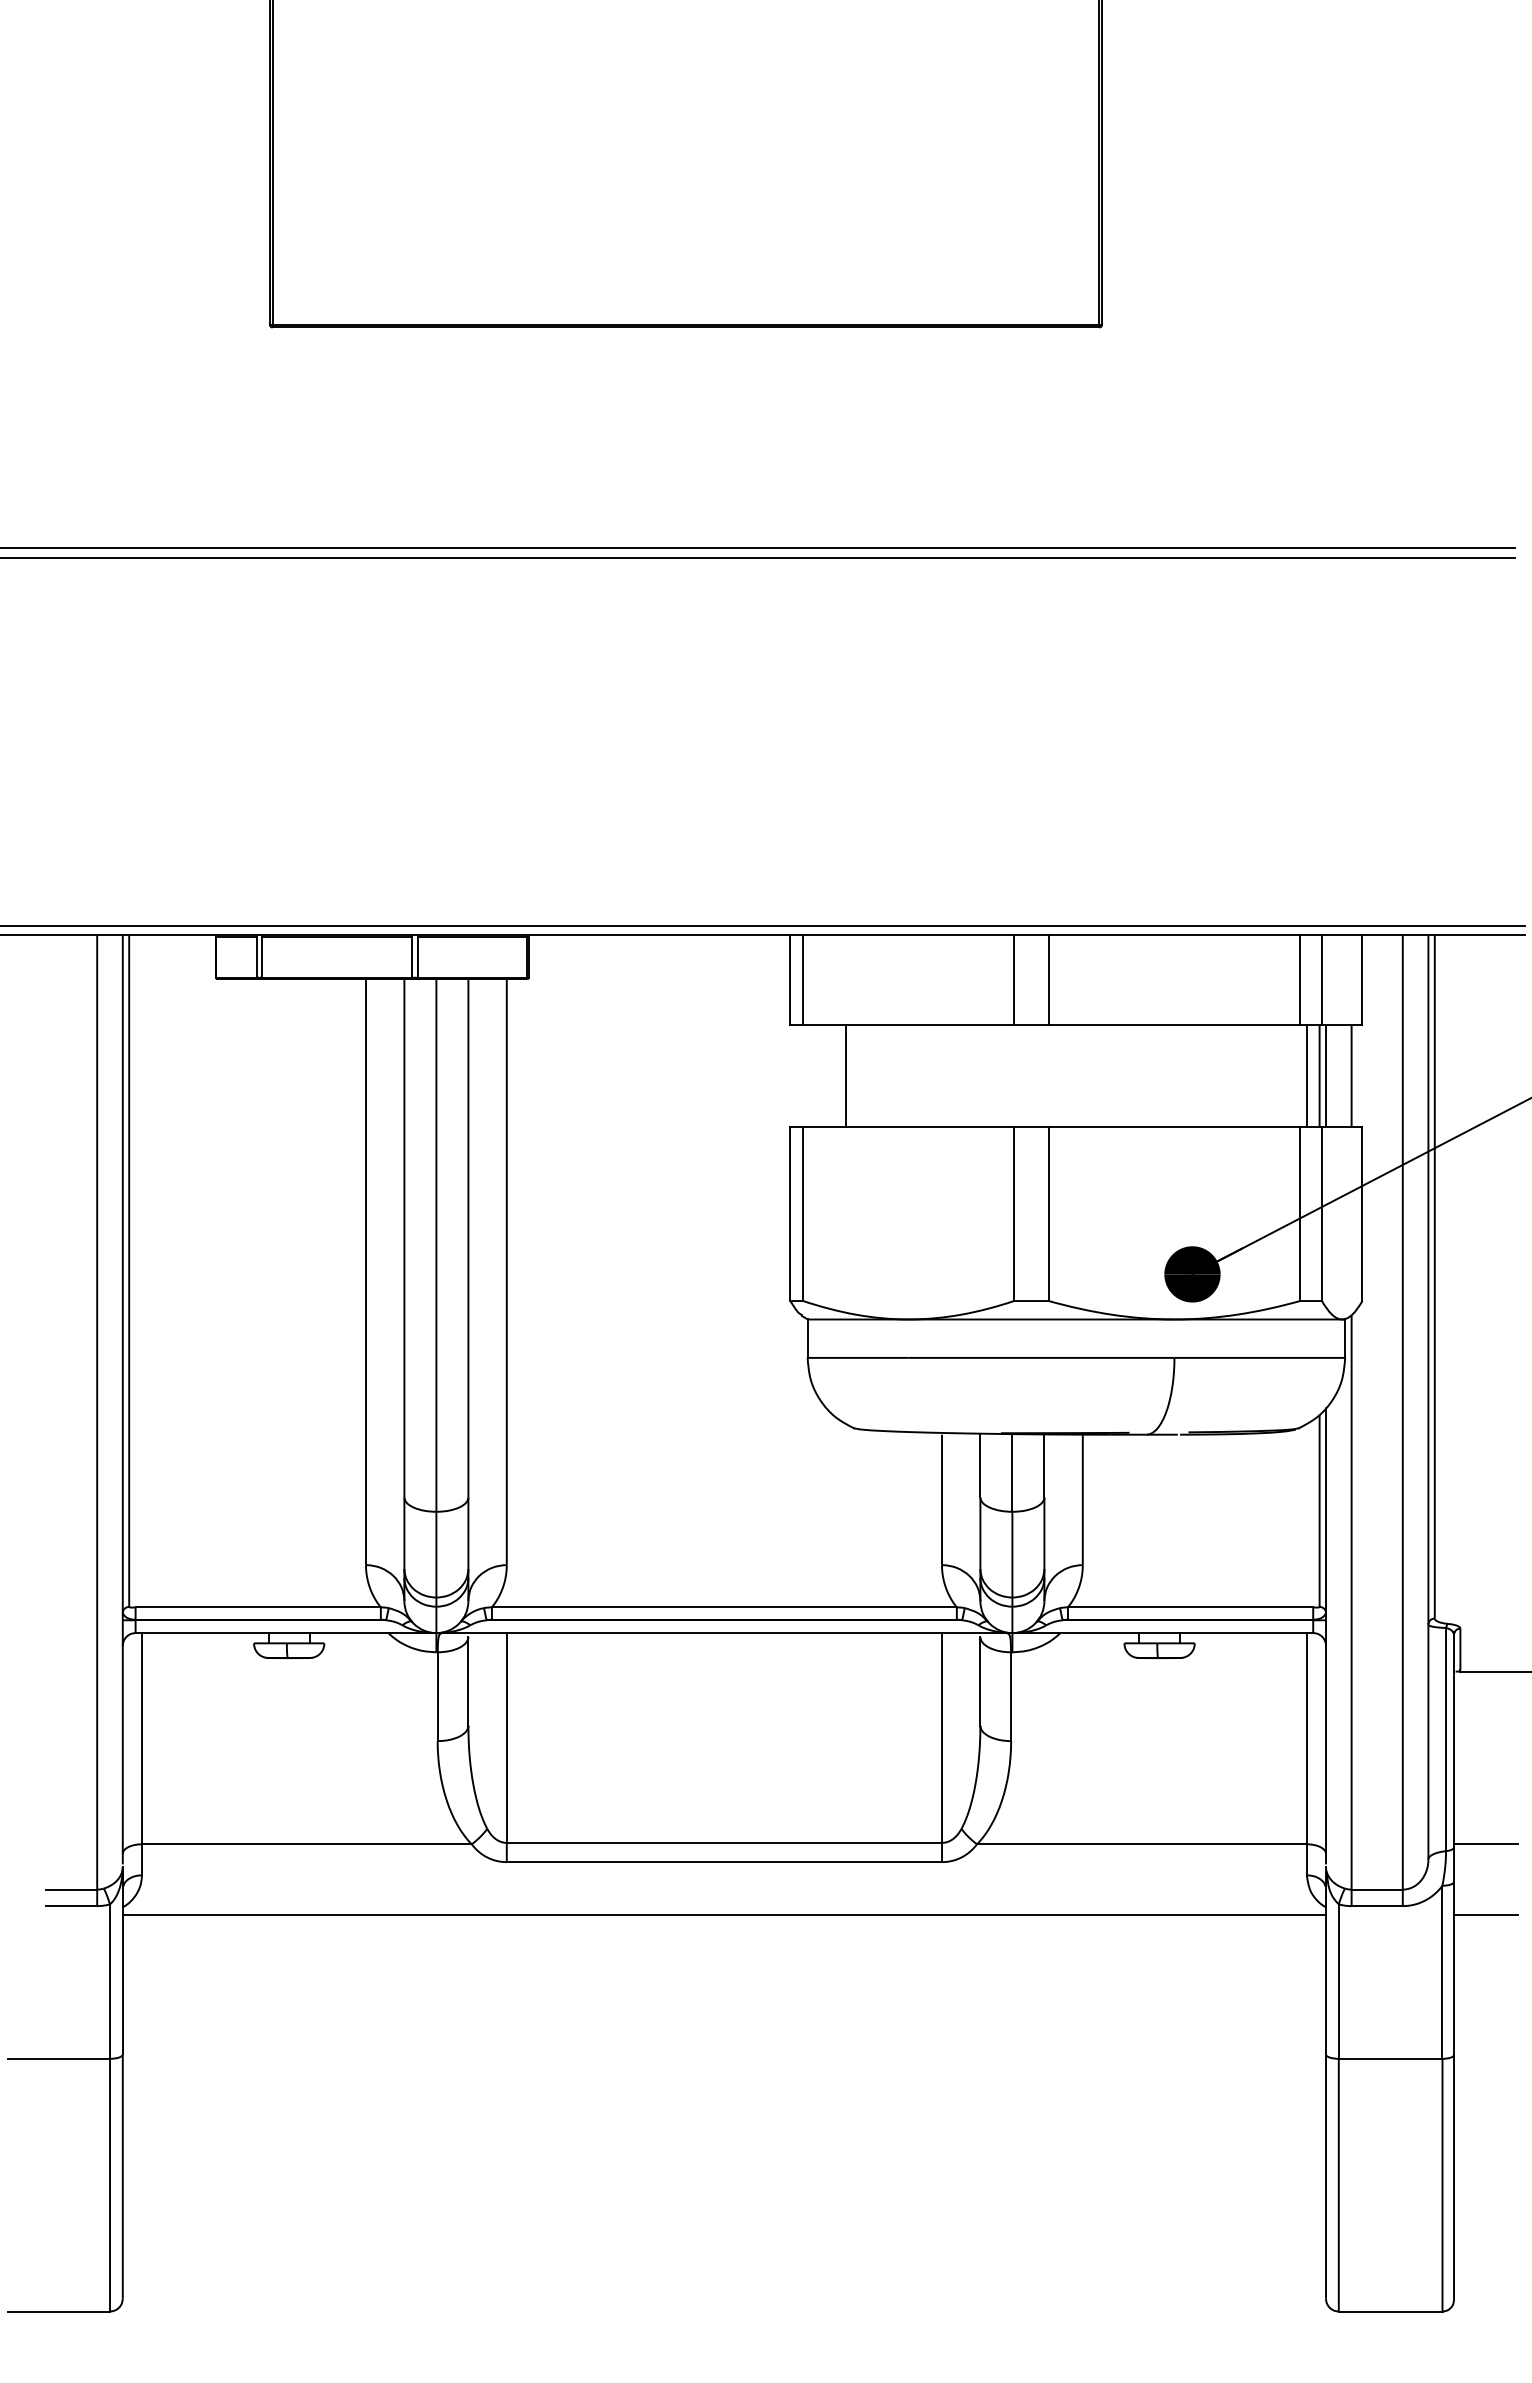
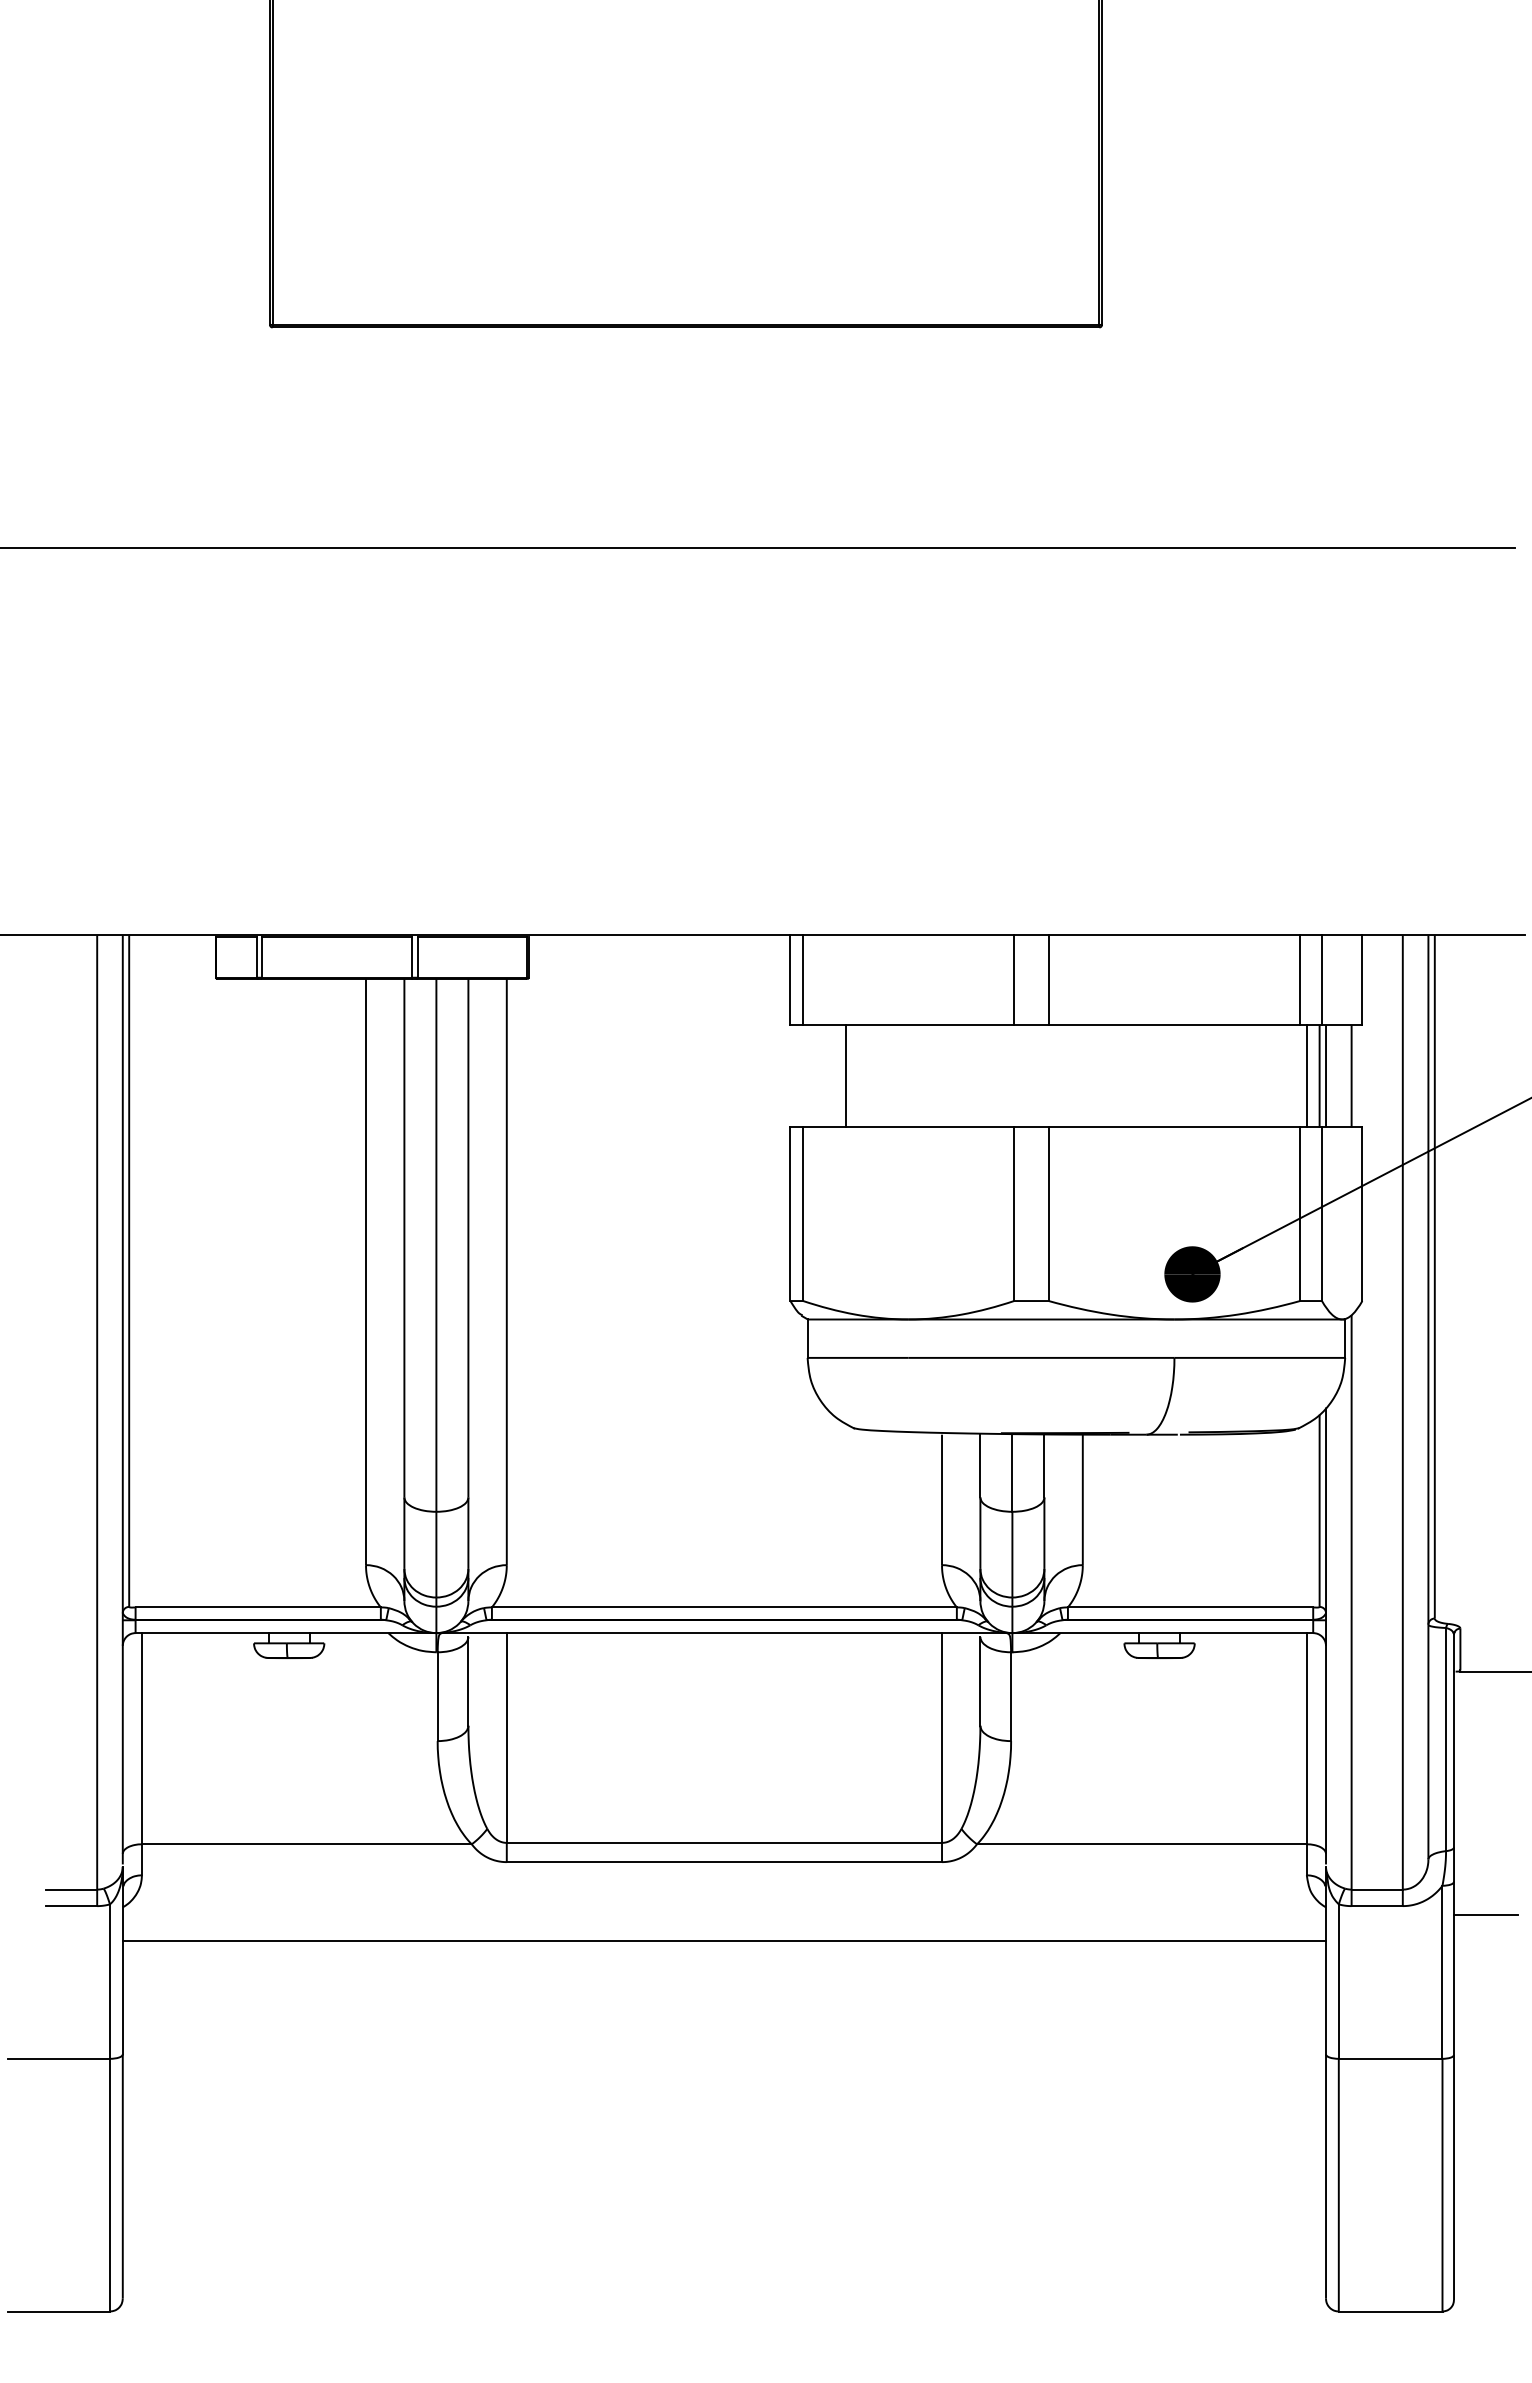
line at (758, 558): present -> none
line at (763, 926): present -> none
line at (1486, 1844): present -> none
line at (724, 1914) position: (724, 1914) -> (724, 1940)
